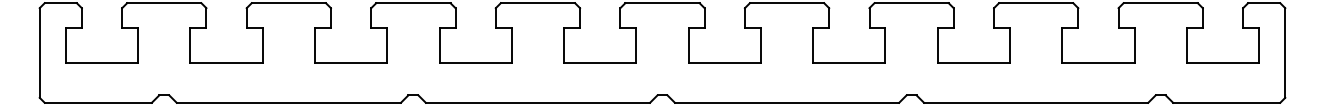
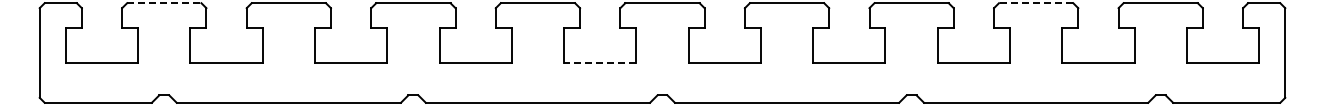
line at (164, 3): solid -> dashed
line at (1035, 3): solid -> dashed
line at (599, 62): solid -> dashed
